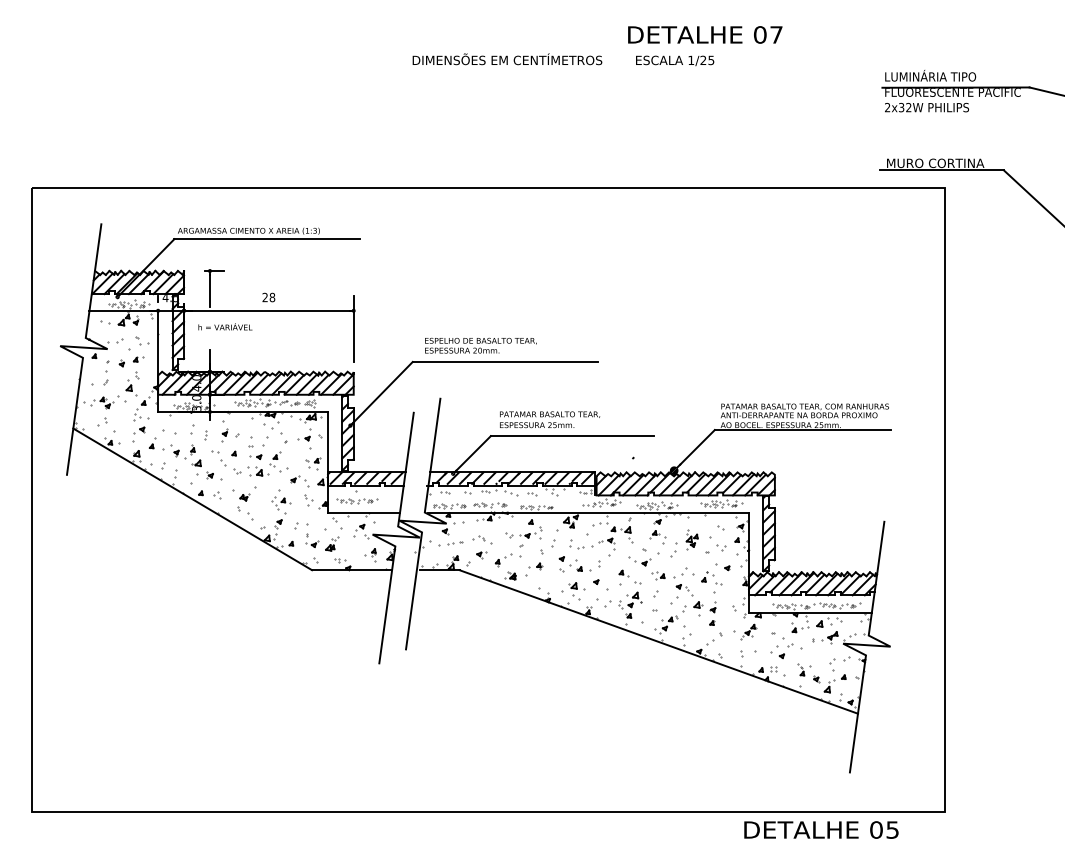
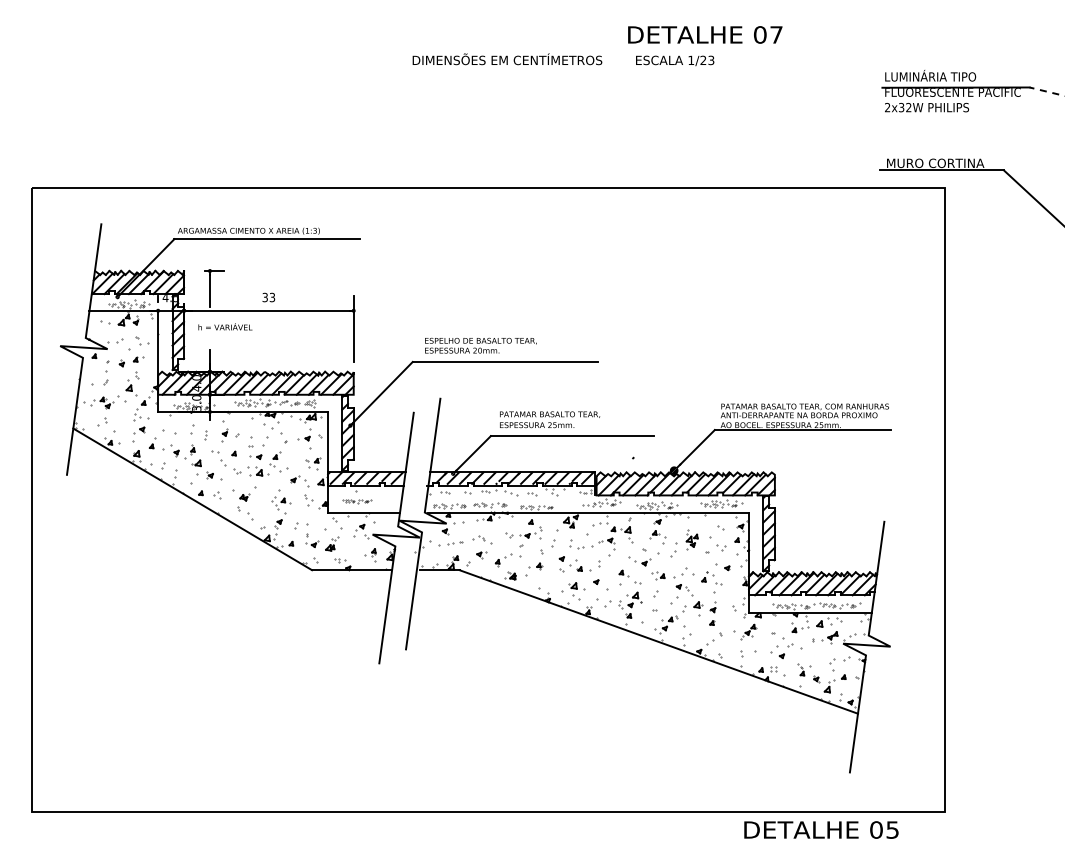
text at (711, 59): 1/25 -> 1/23
line at (1047, 91): solid -> dashed
text at (268, 297): 28 -> 33
part at (357, 501) size: 43x7 px -> 31x6 px
